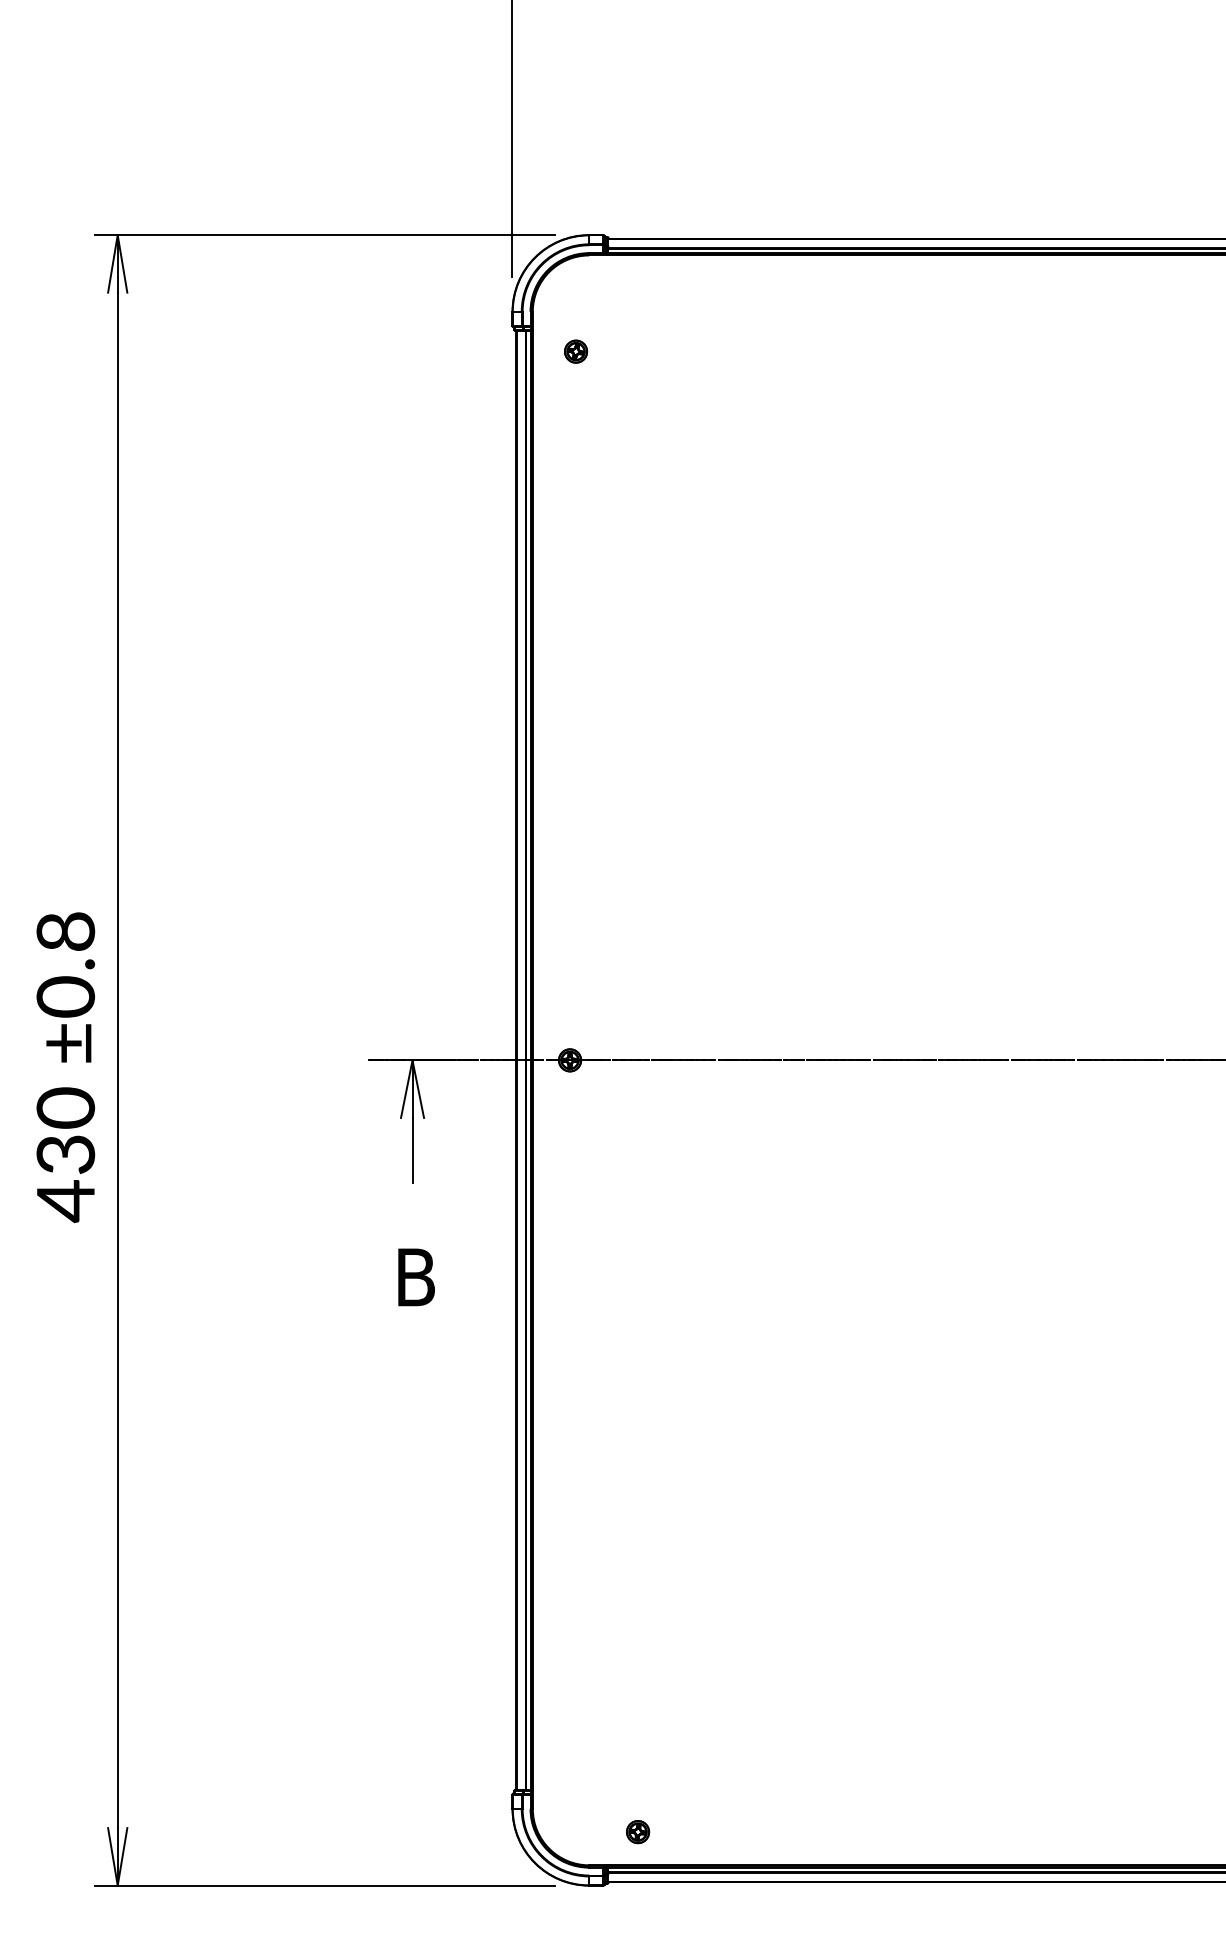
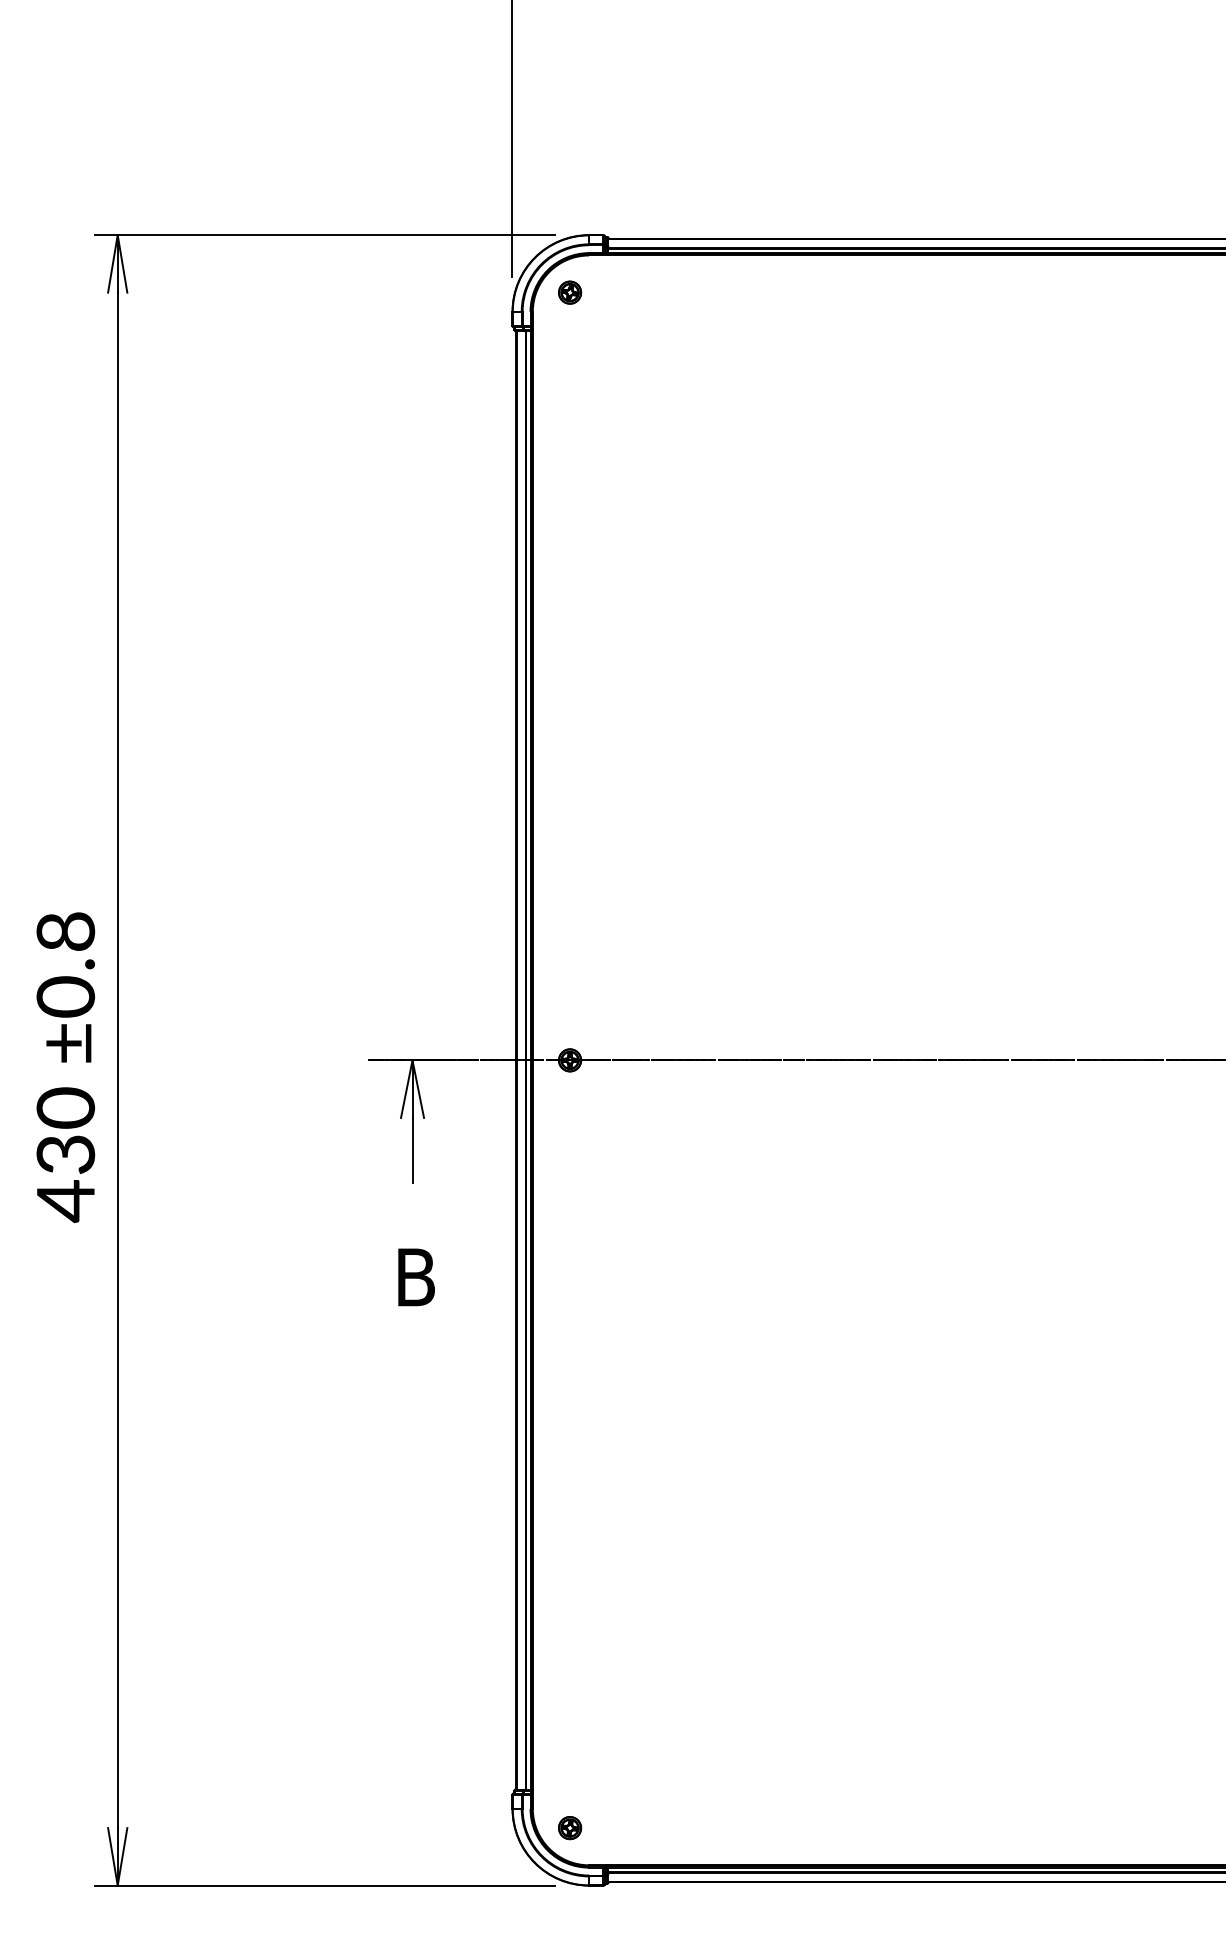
part at (576, 351) position: (576, 351) -> (570, 292)
part at (638, 1832) position: (638, 1832) -> (570, 1828)
